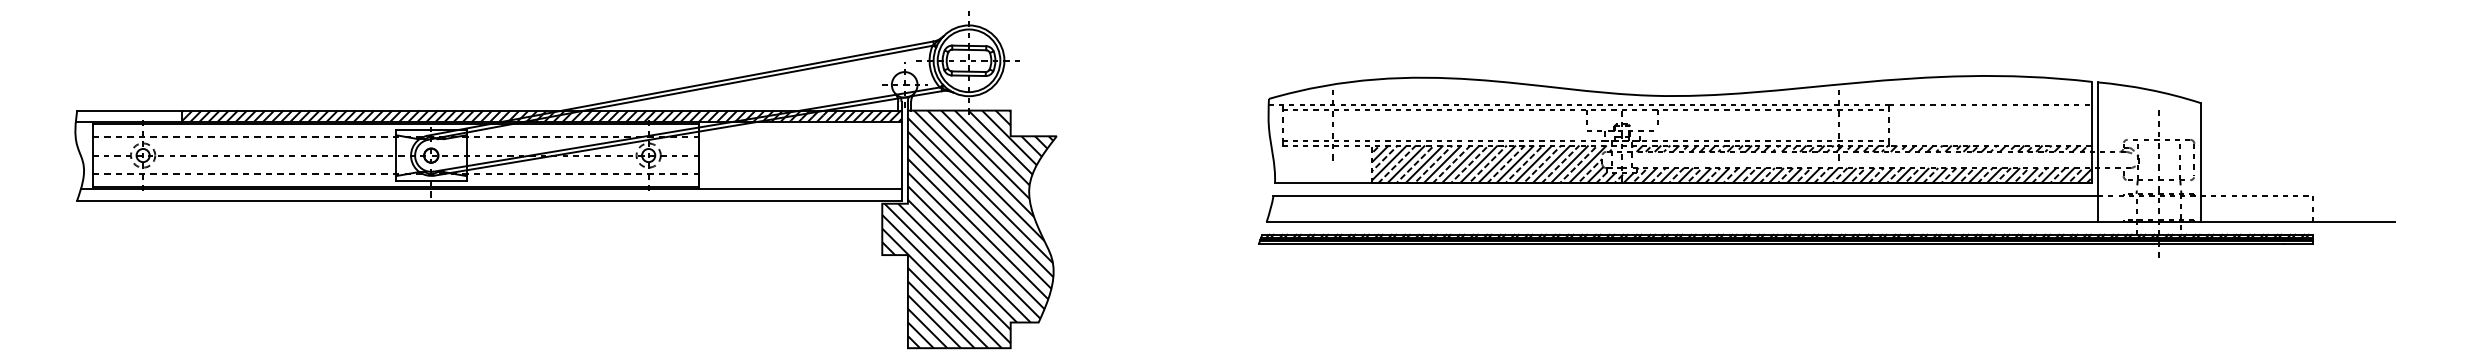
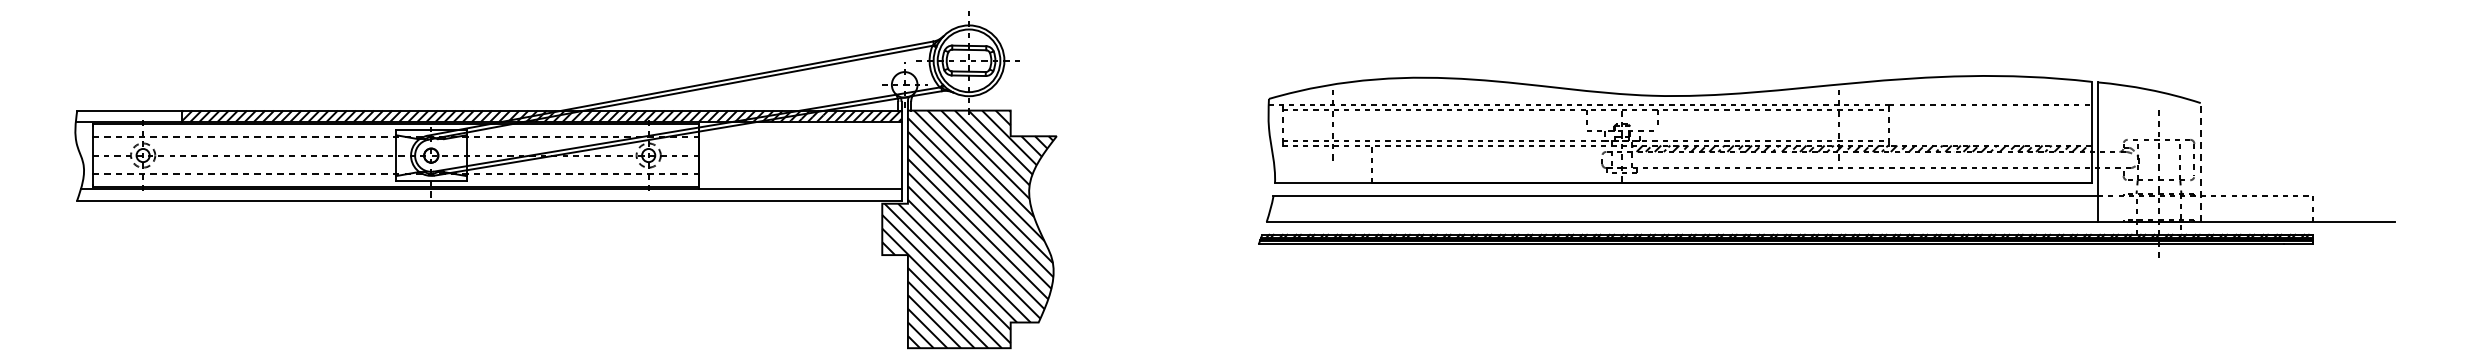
line at (2200, 162): solid -> dashed
hatch at (1731, 164): present -> none
